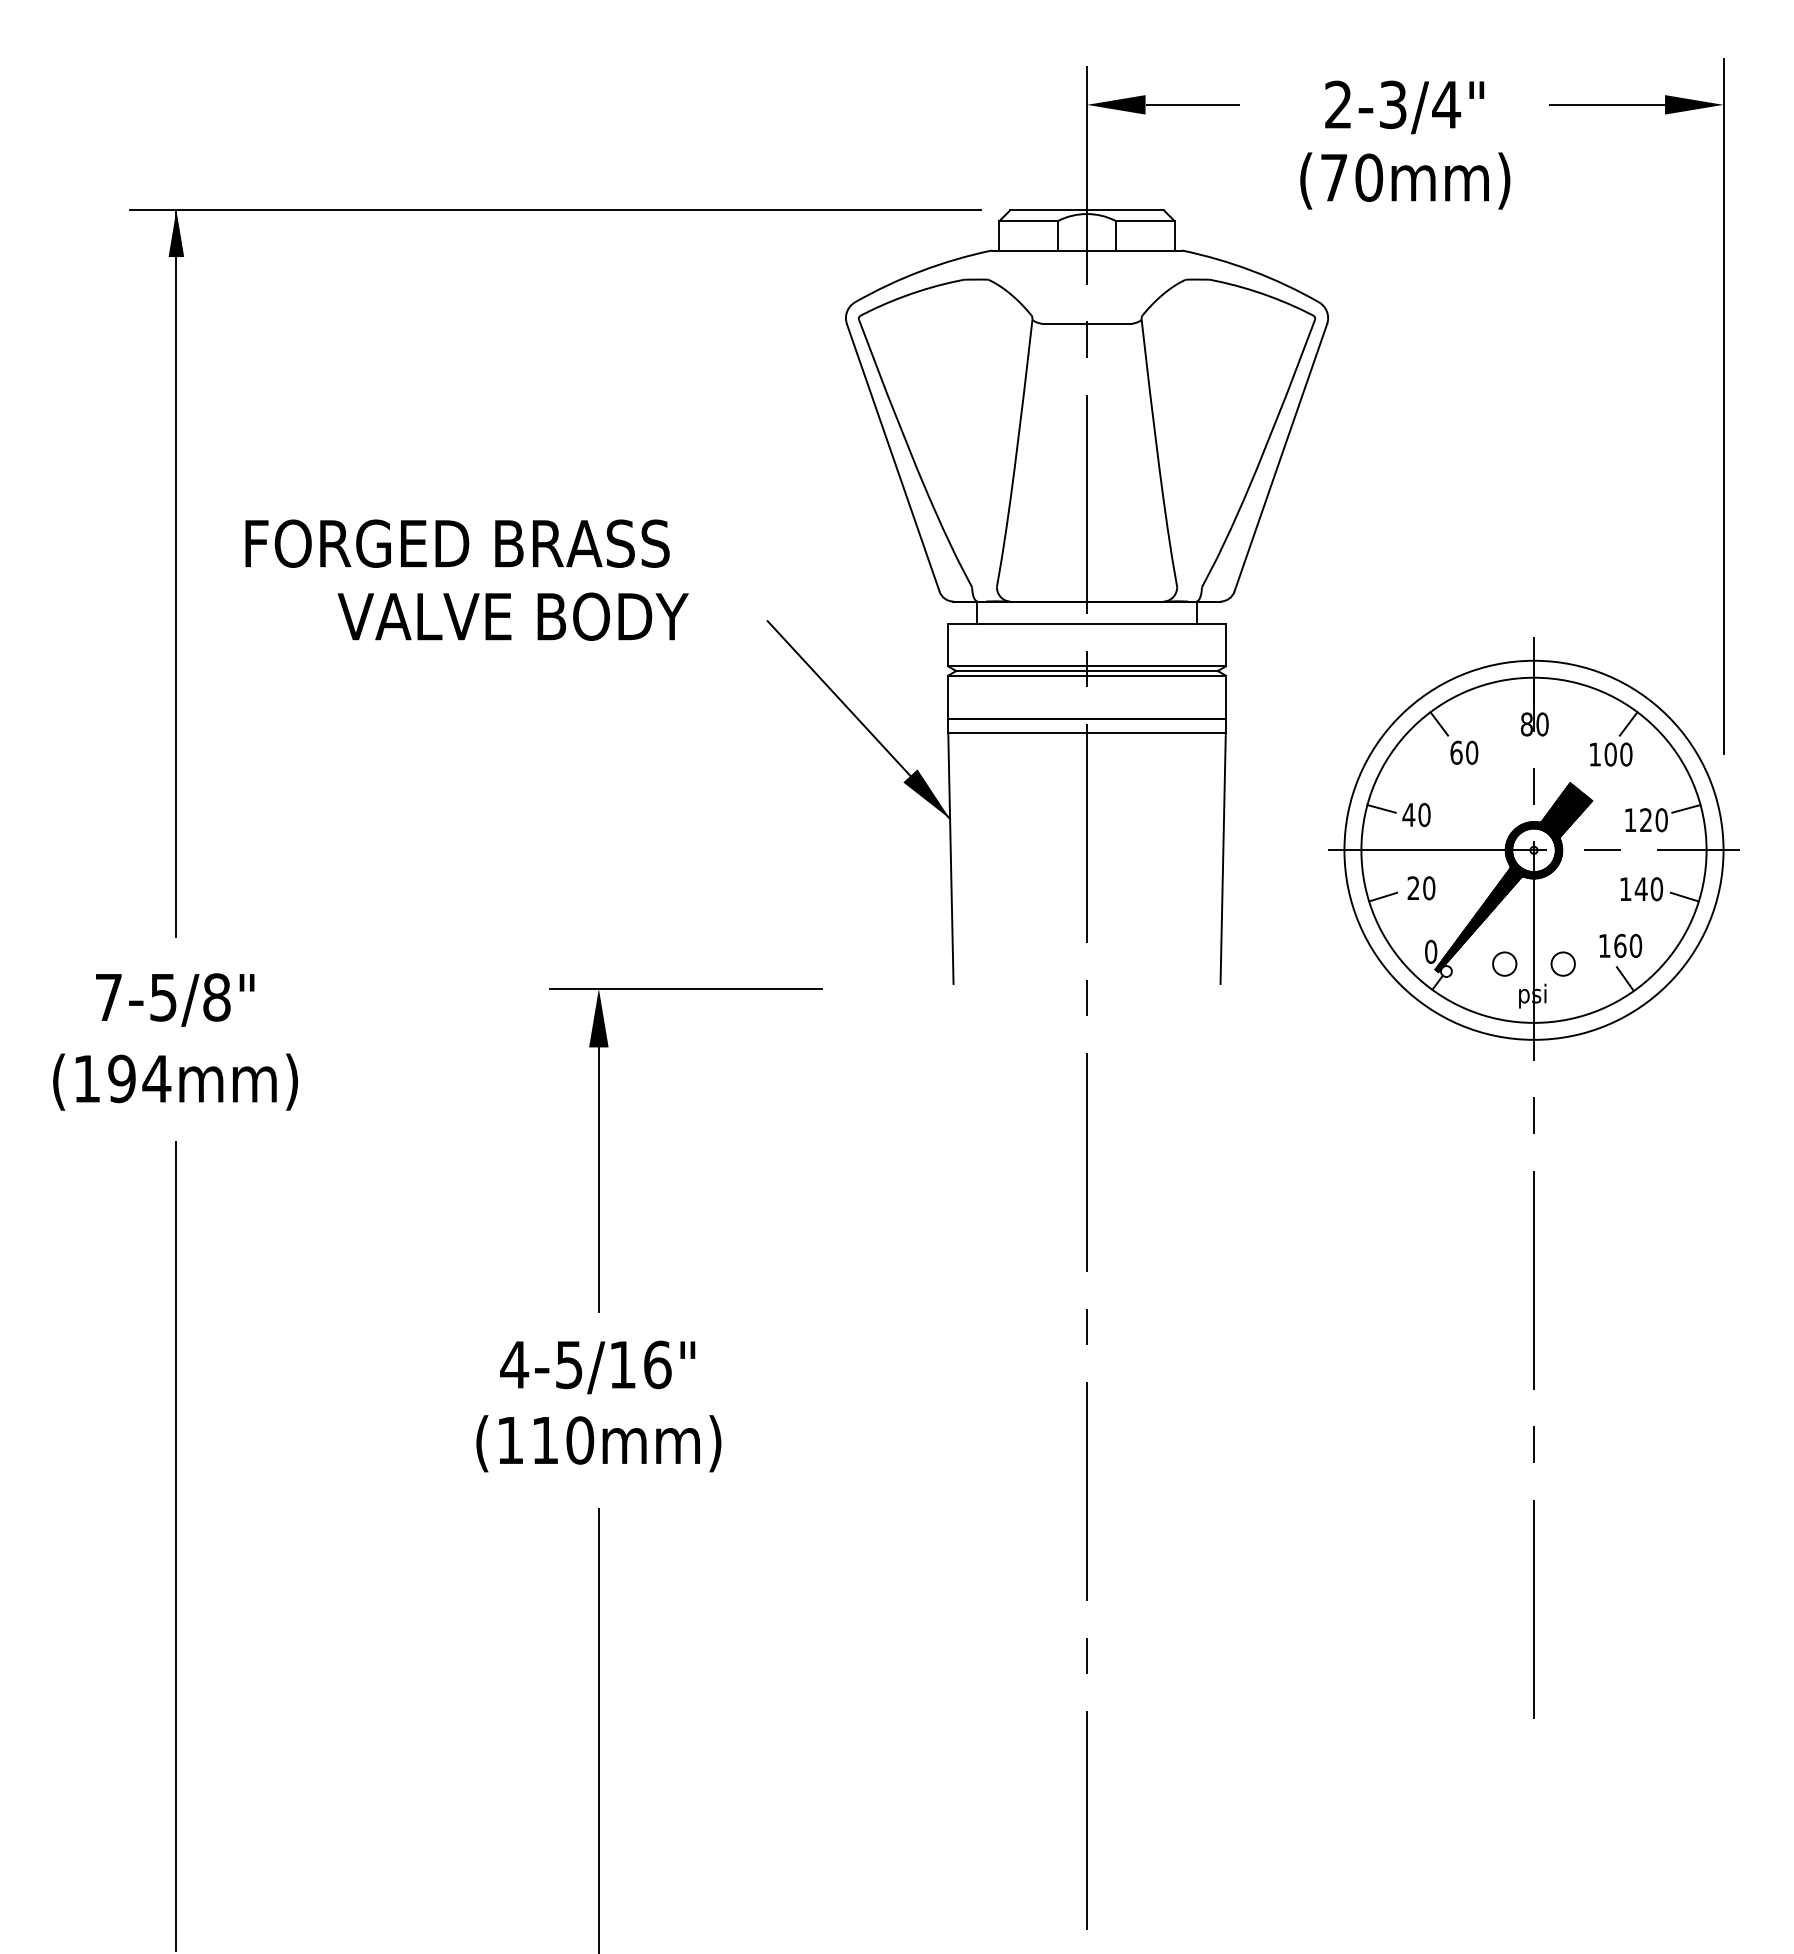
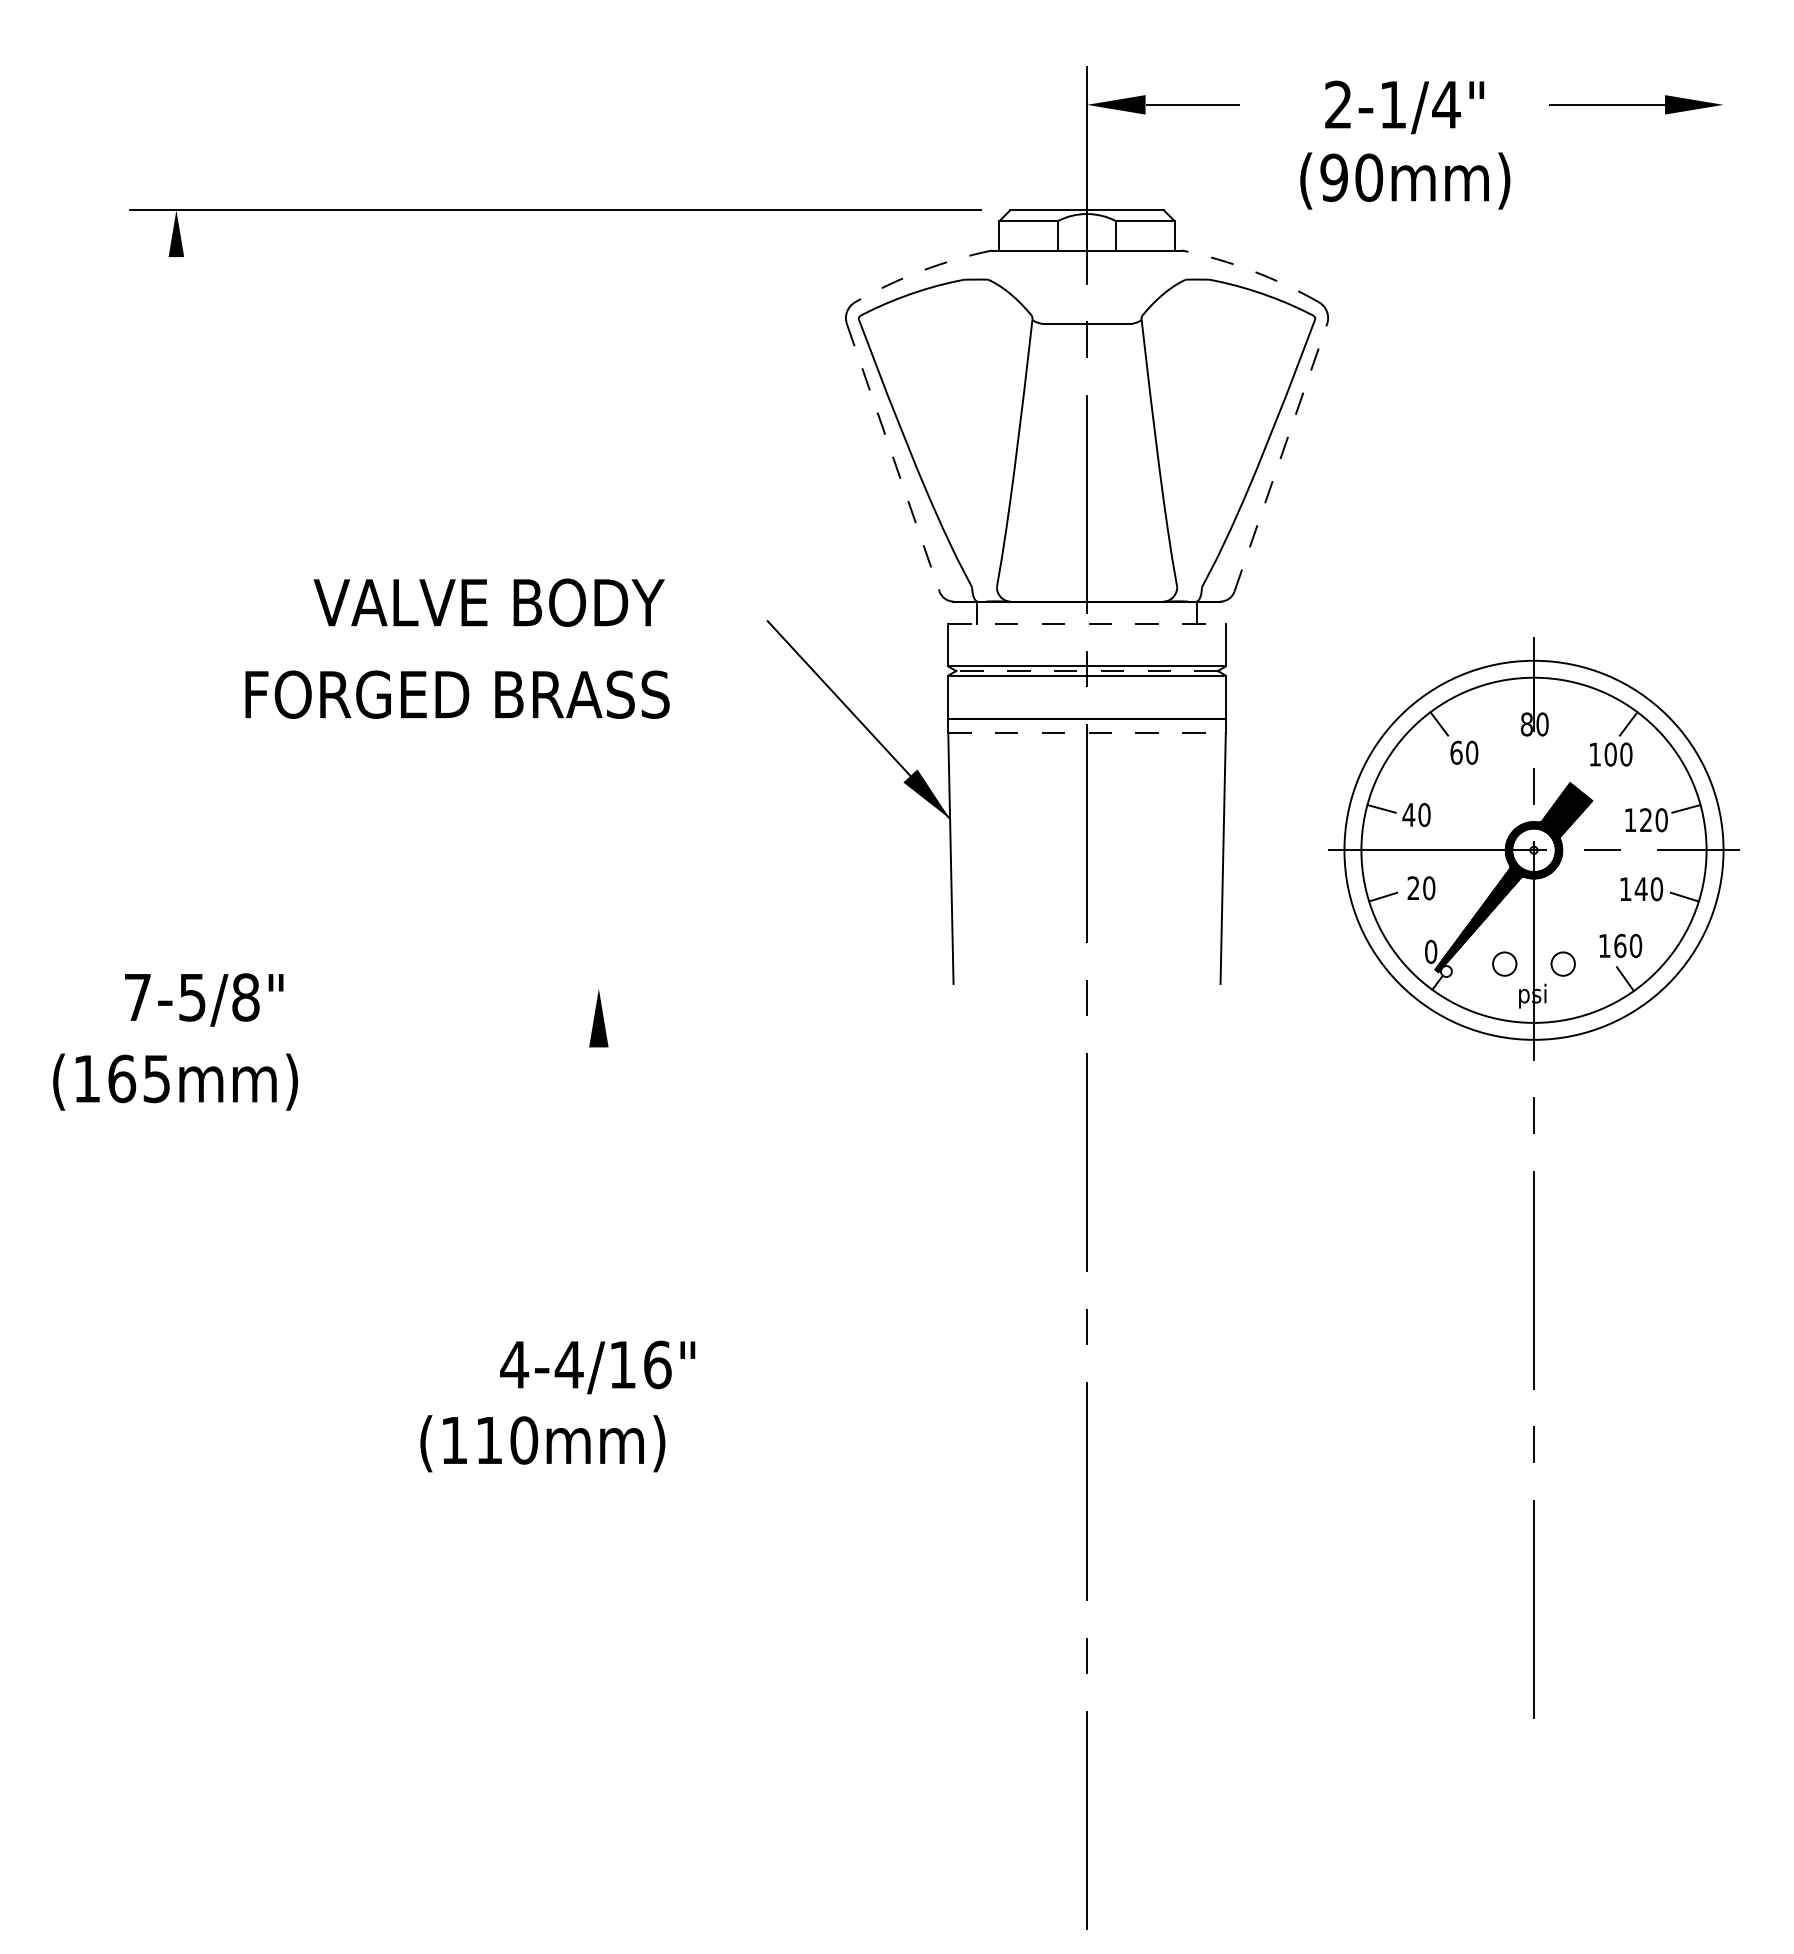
text at (1393, 104): 2-3/4" -> 2-1/4"
text at (1333, 177): (70mm) -> (90mm)
arc at (921, 270): solid -> dashed
arc at (1252, 270): solid -> dashed
line at (1723, 405): present -> none
line at (893, 457): solid -> dashed
line at (1280, 457): solid -> dashed
text at (457, 543) position: (457, 543) -> (457, 694)
line at (176, 573): present -> none
text at (512, 616) position: (512, 616) -> (488, 602)
line at (1087, 623): solid -> dashed
line at (1087, 671): solid -> dashed
line at (1087, 733): solid -> dashed
line at (685, 988): present -> none
text at (175, 999) position: (175, 999) -> (204, 999)
text at (139, 1078): (194mm) -> (165mm)
line at (598, 1173): present -> none
text at (568, 1365): 4-5/16" -> 4-4/16"
text at (598, 1443) position: (598, 1443) -> (542, 1443)
line at (176, 1545): present -> none
line at (598, 1729): present -> none
